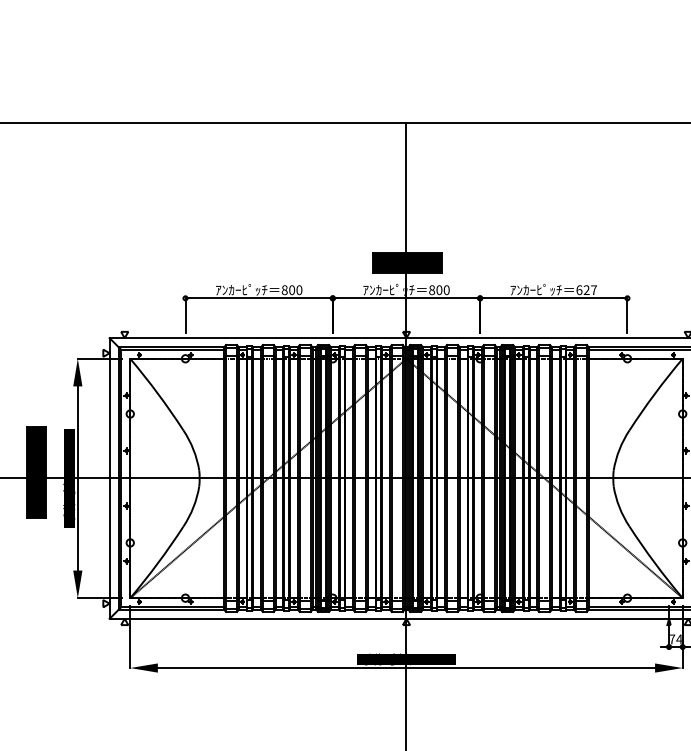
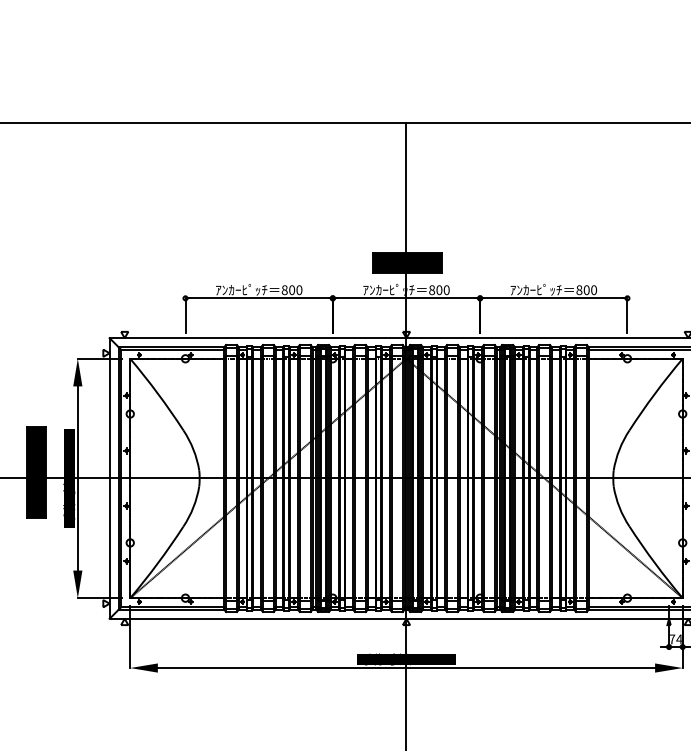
text at (586, 290): 627 -> 800
